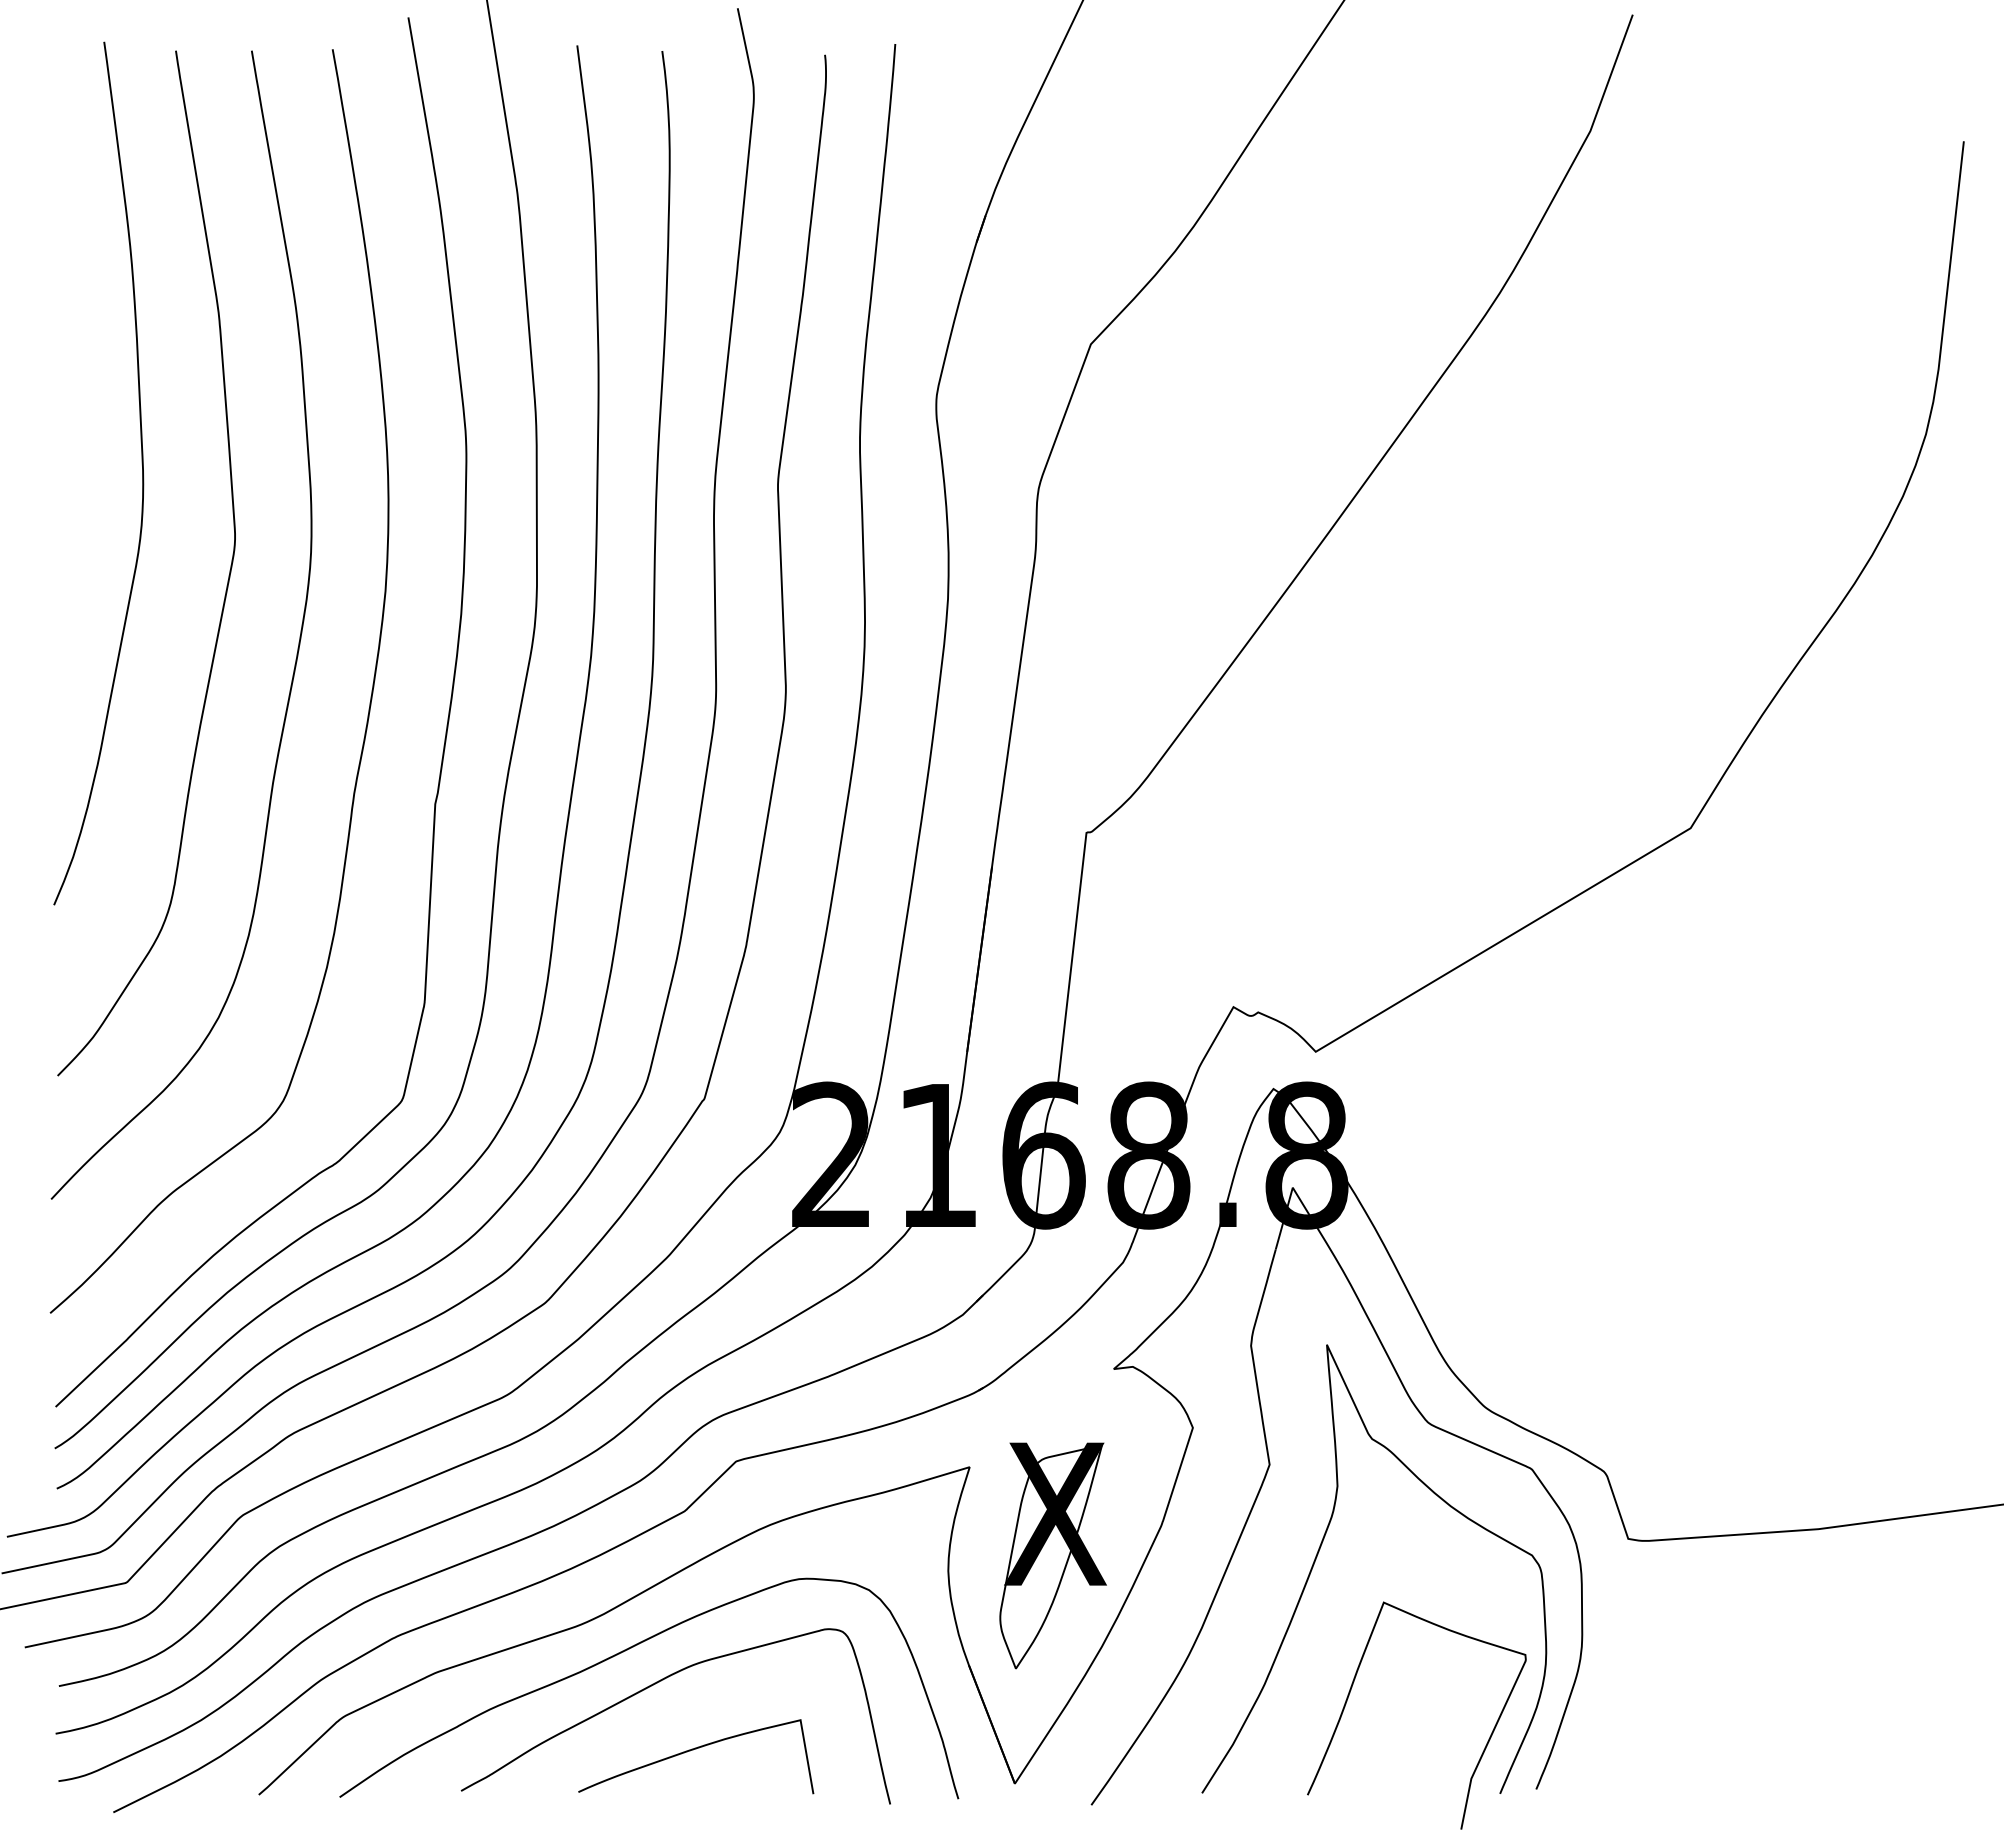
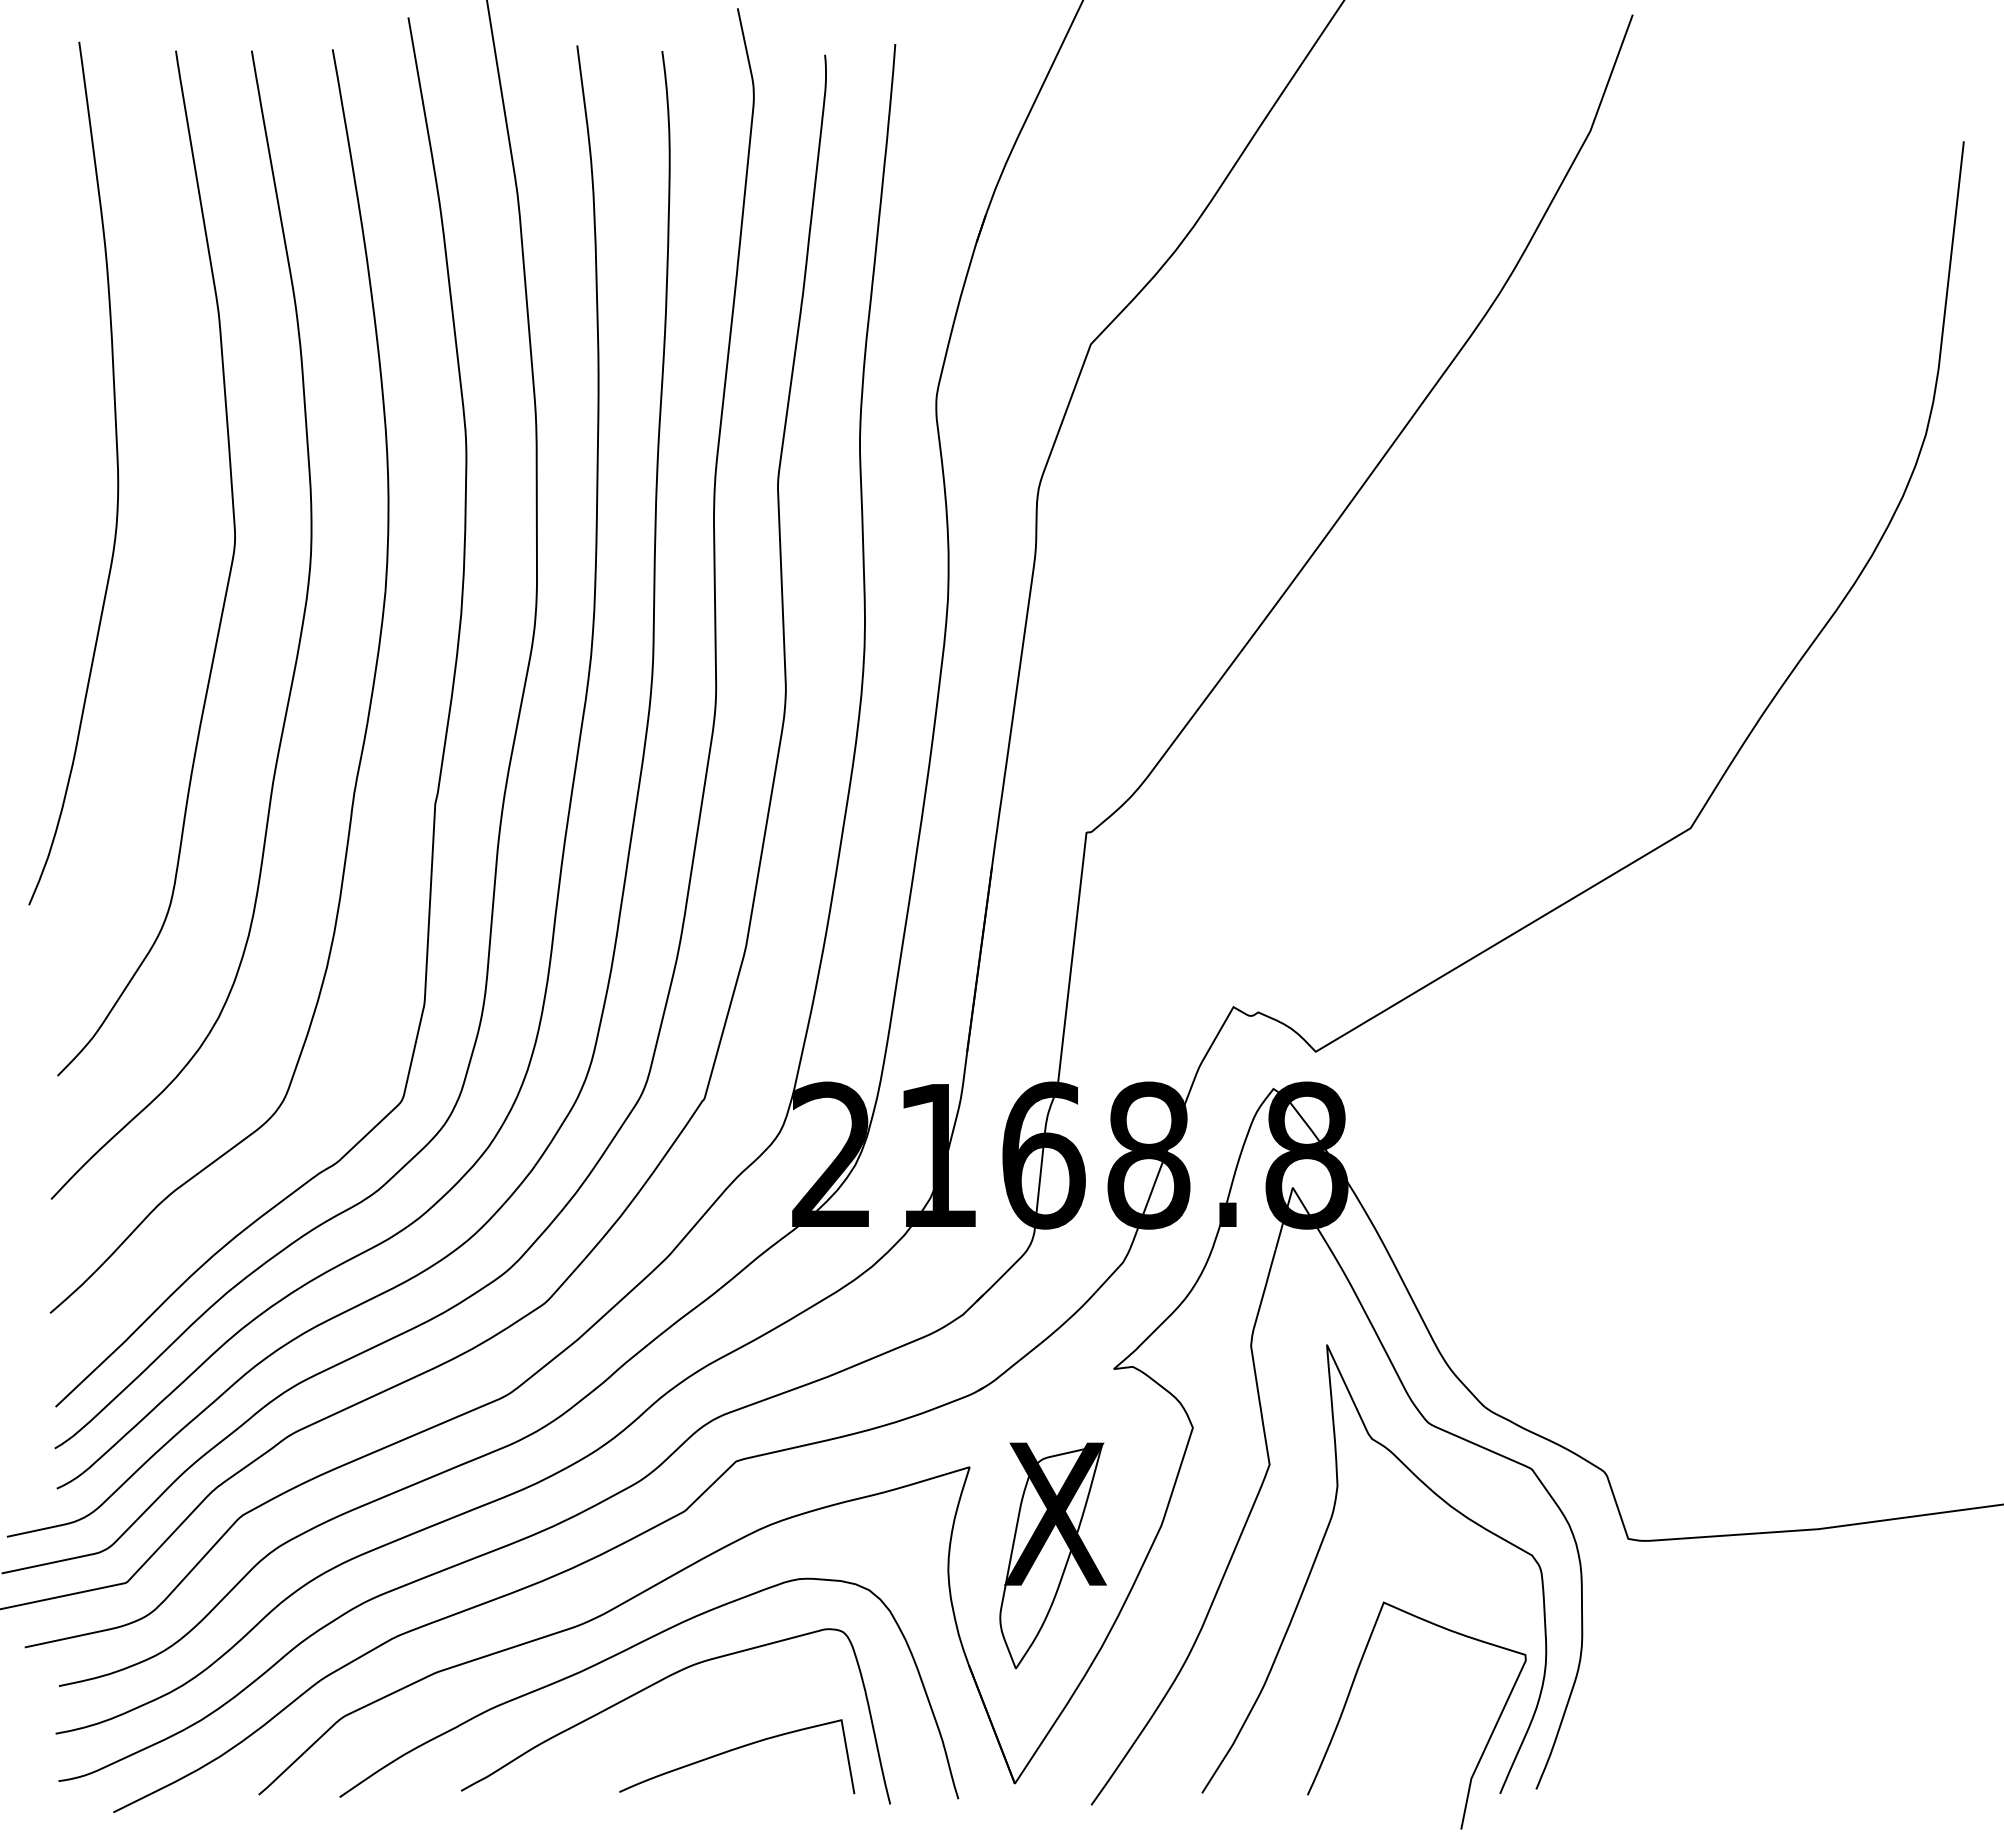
curve at (141, 464) position: (141, 464) -> (116, 464)
curve at (693, 1750) position: (693, 1750) -> (734, 1750)
